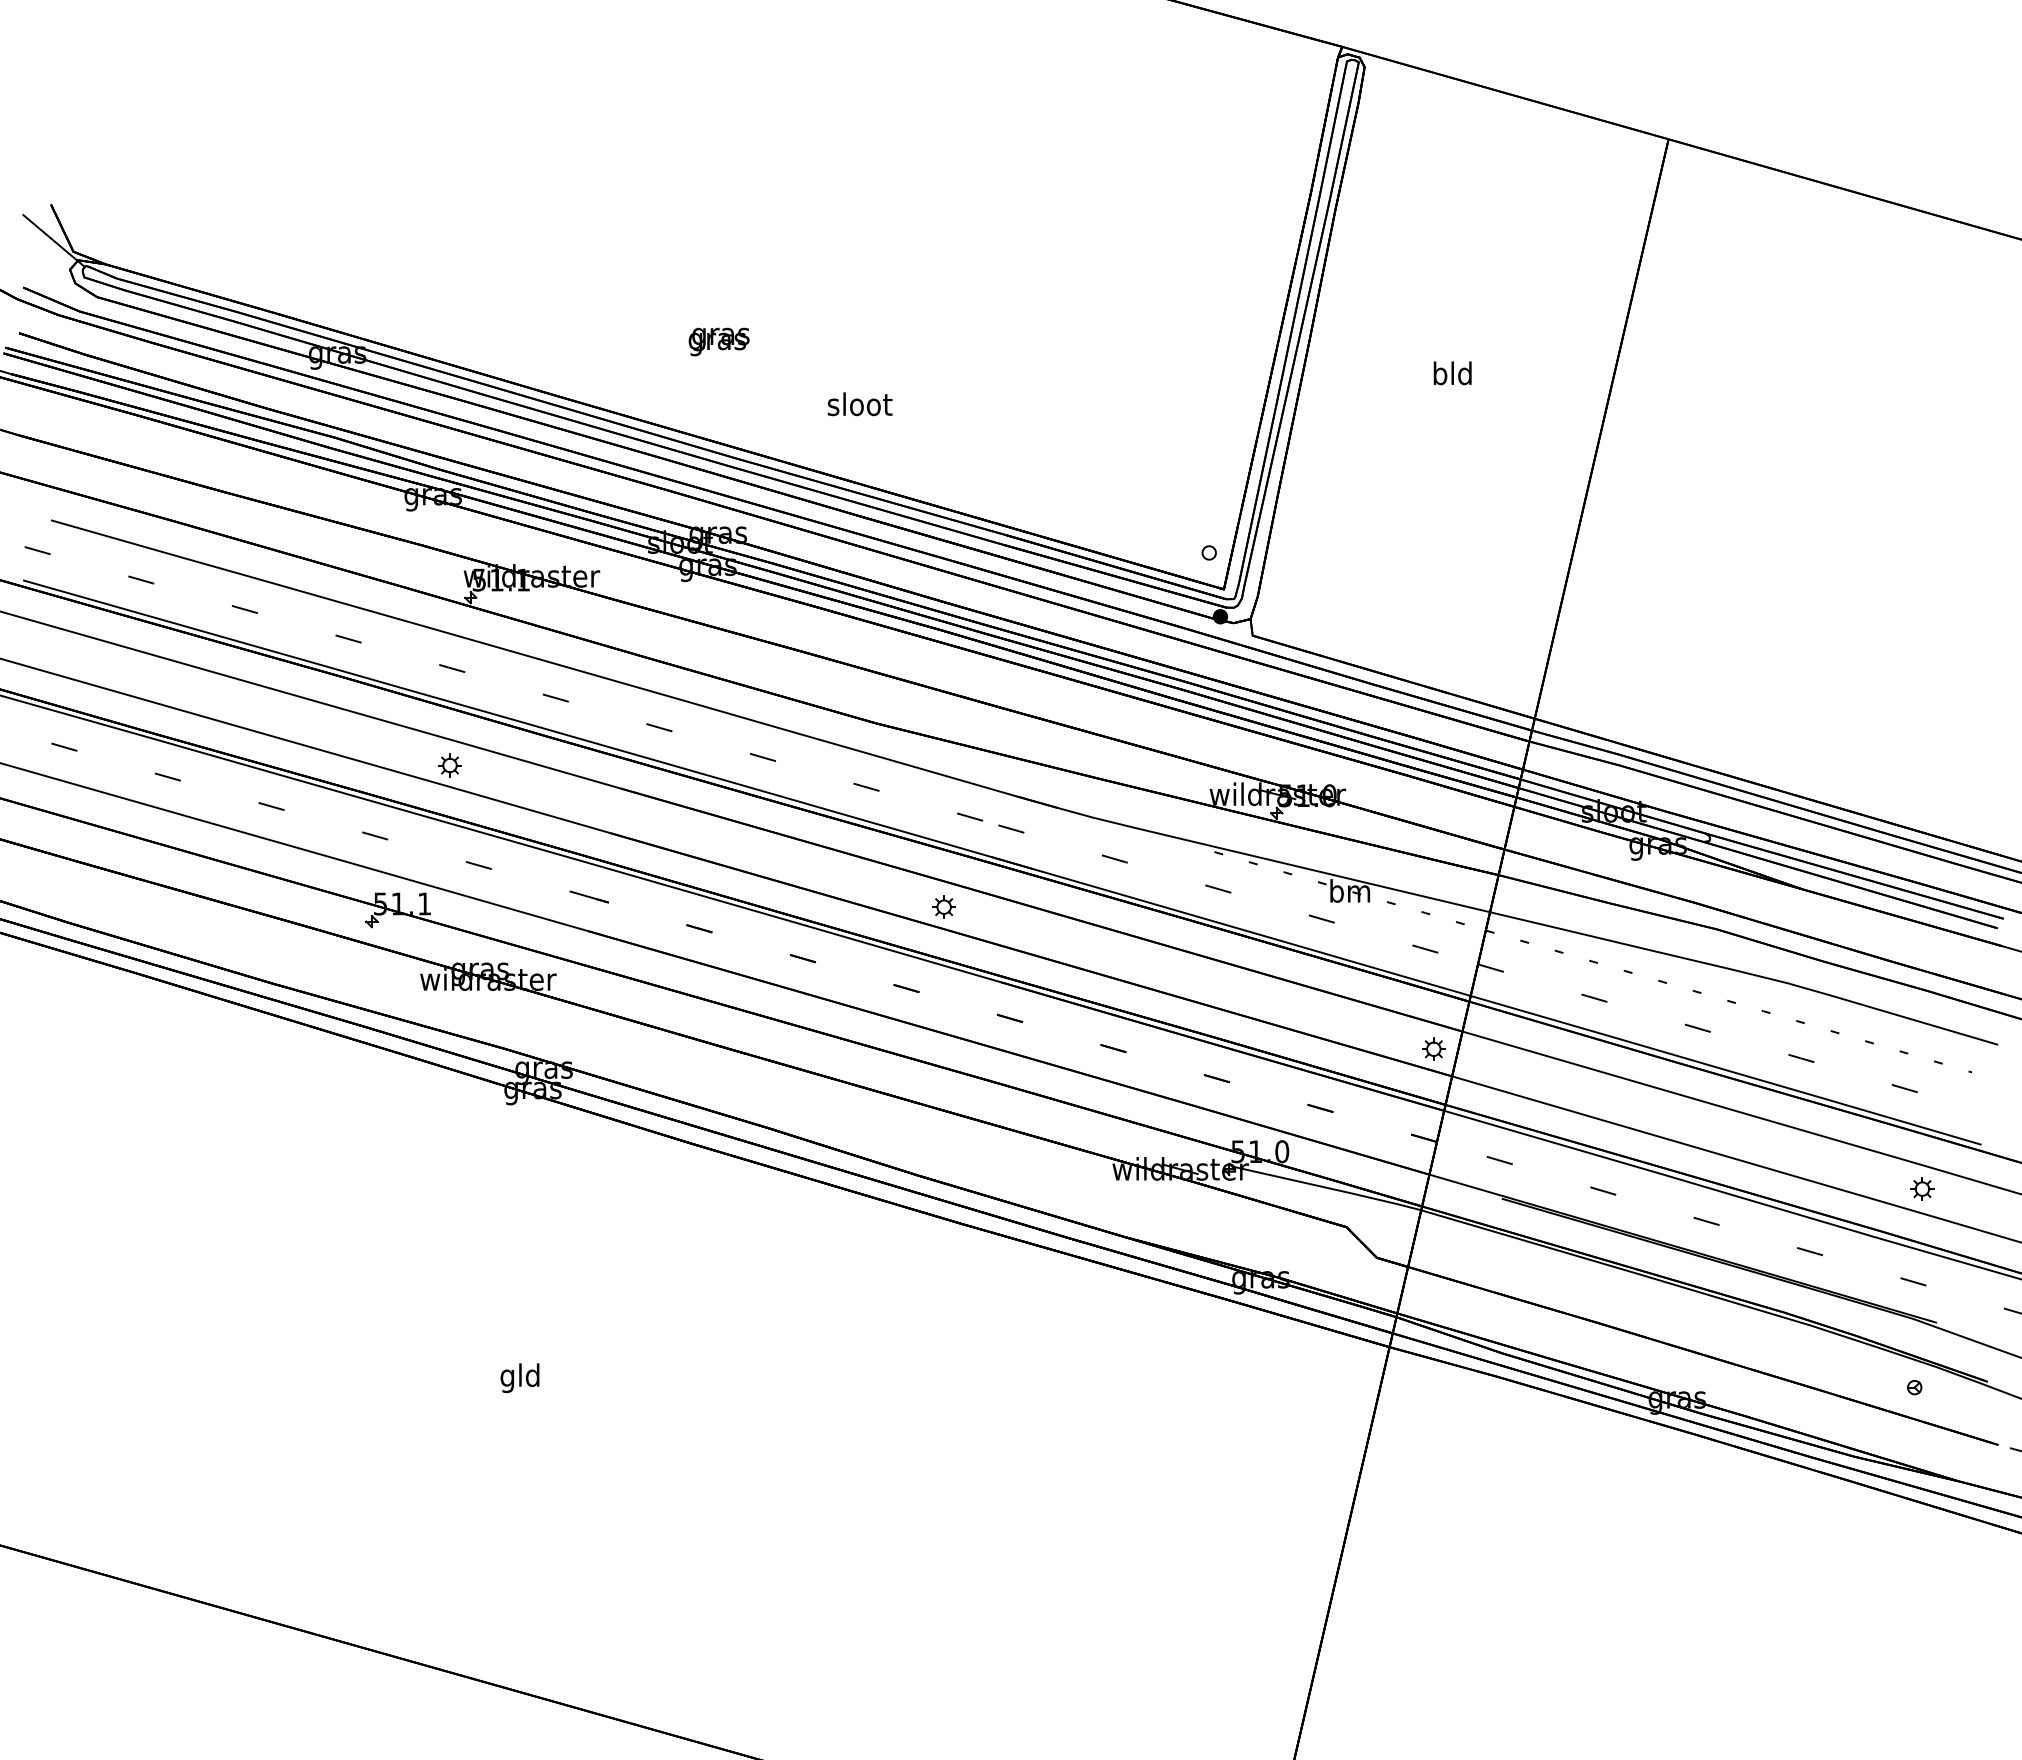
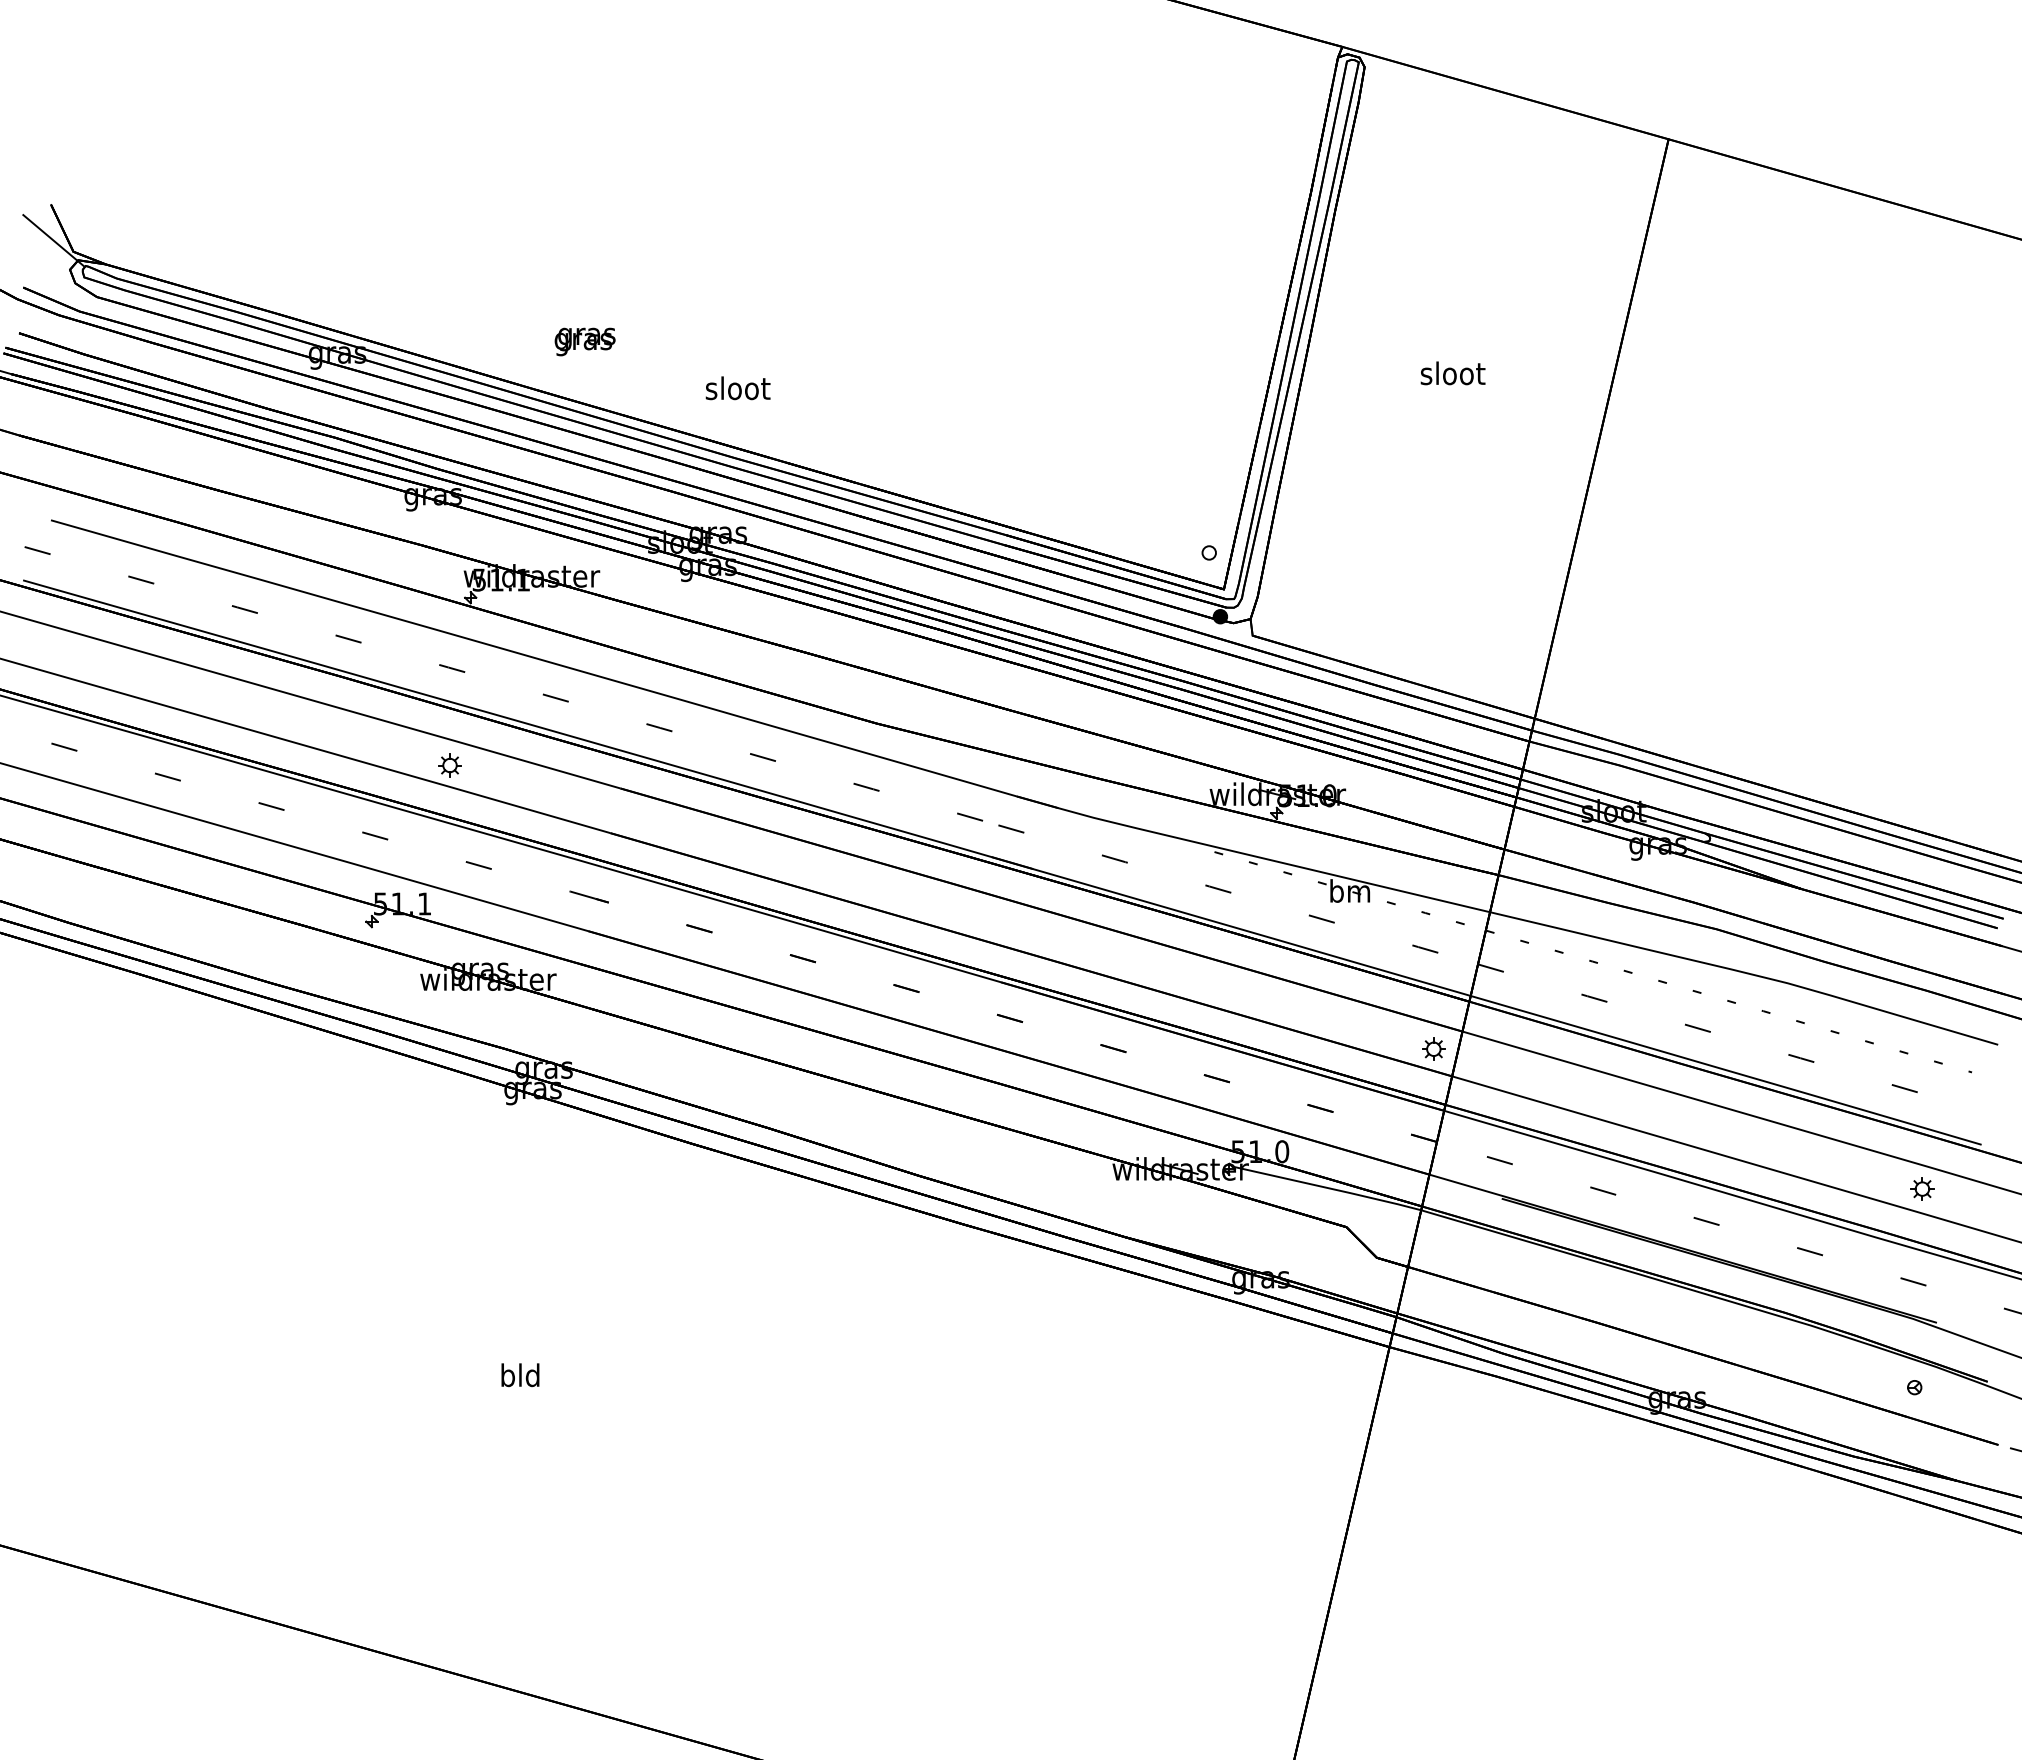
text at (718, 341) position: (718, 341) -> (584, 341)
text at (1452, 373): bld -> sloot
text at (859, 404) position: (859, 404) -> (737, 388)
part at (943, 906): present -> none
text at (507, 1378): gld -> bld
